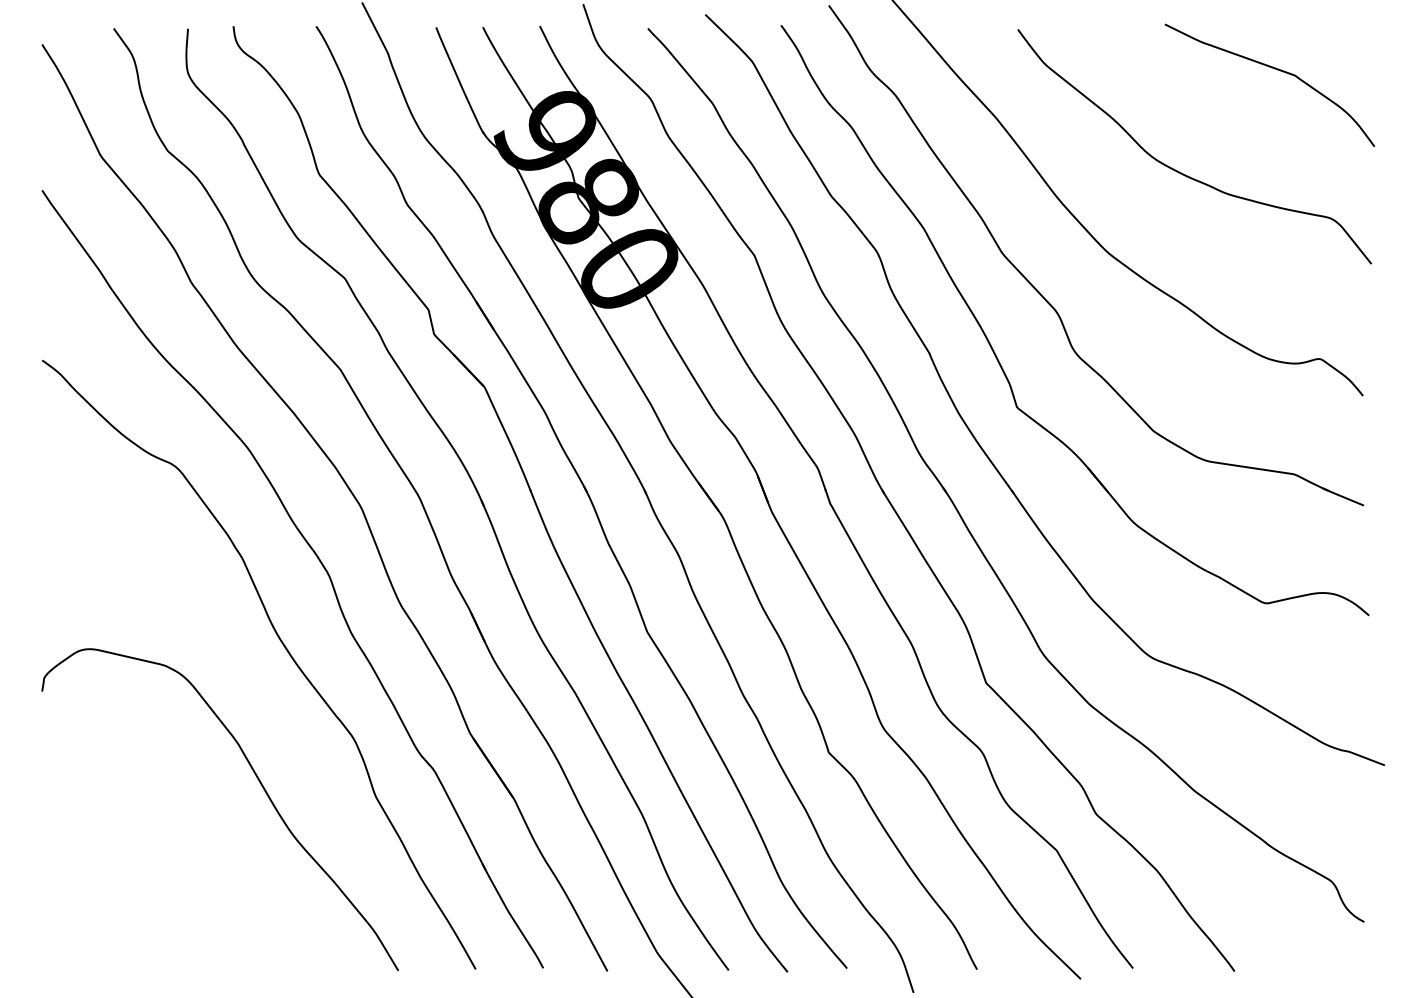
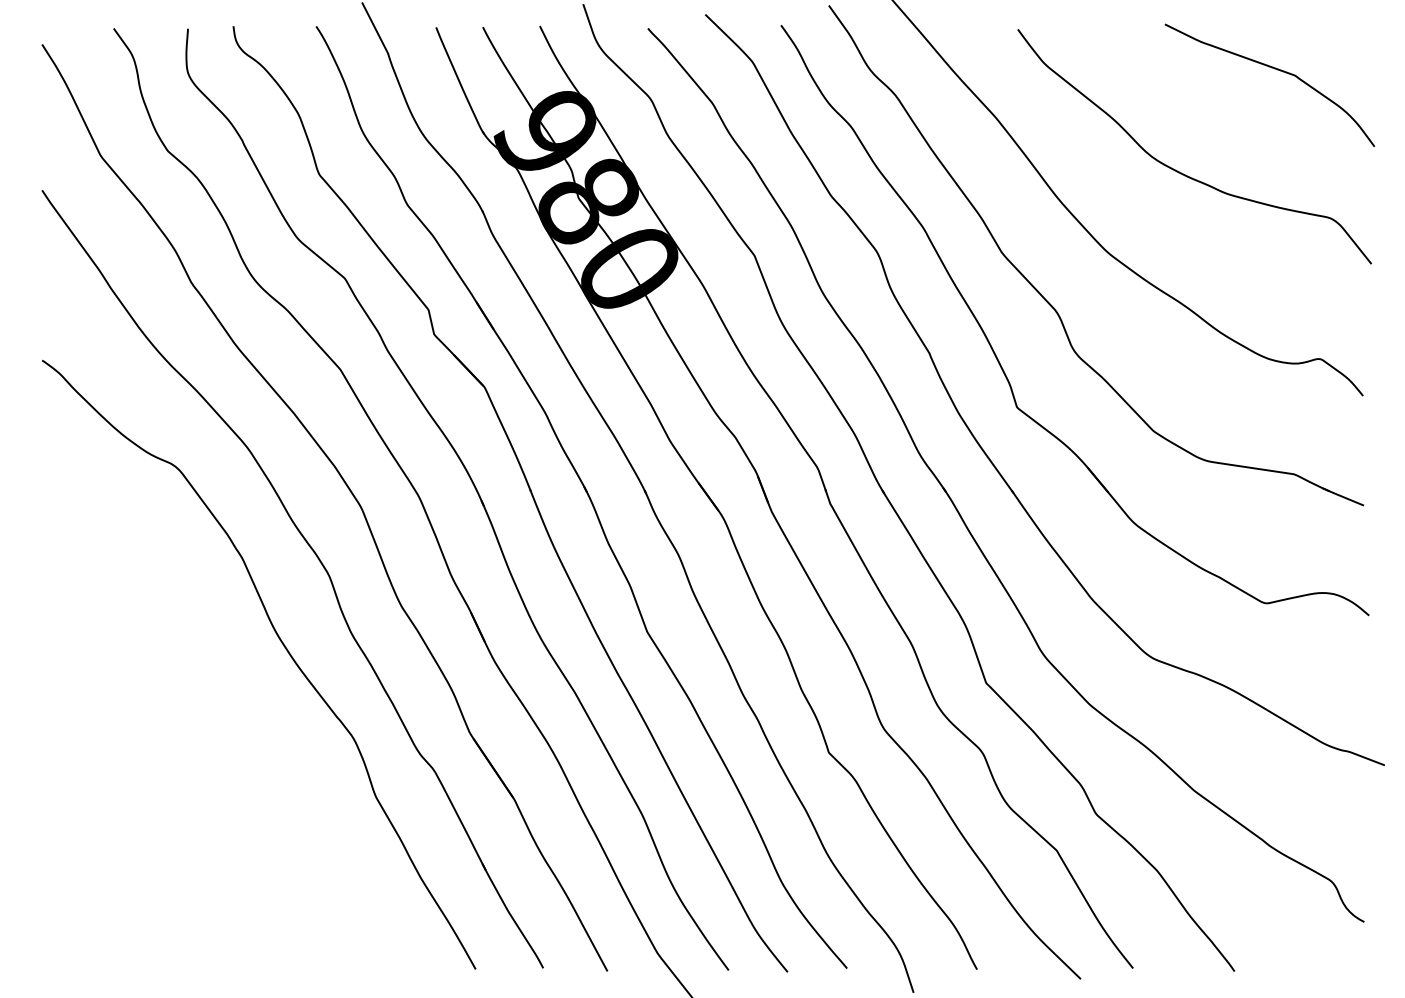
curve at (262, 788): present -> none
